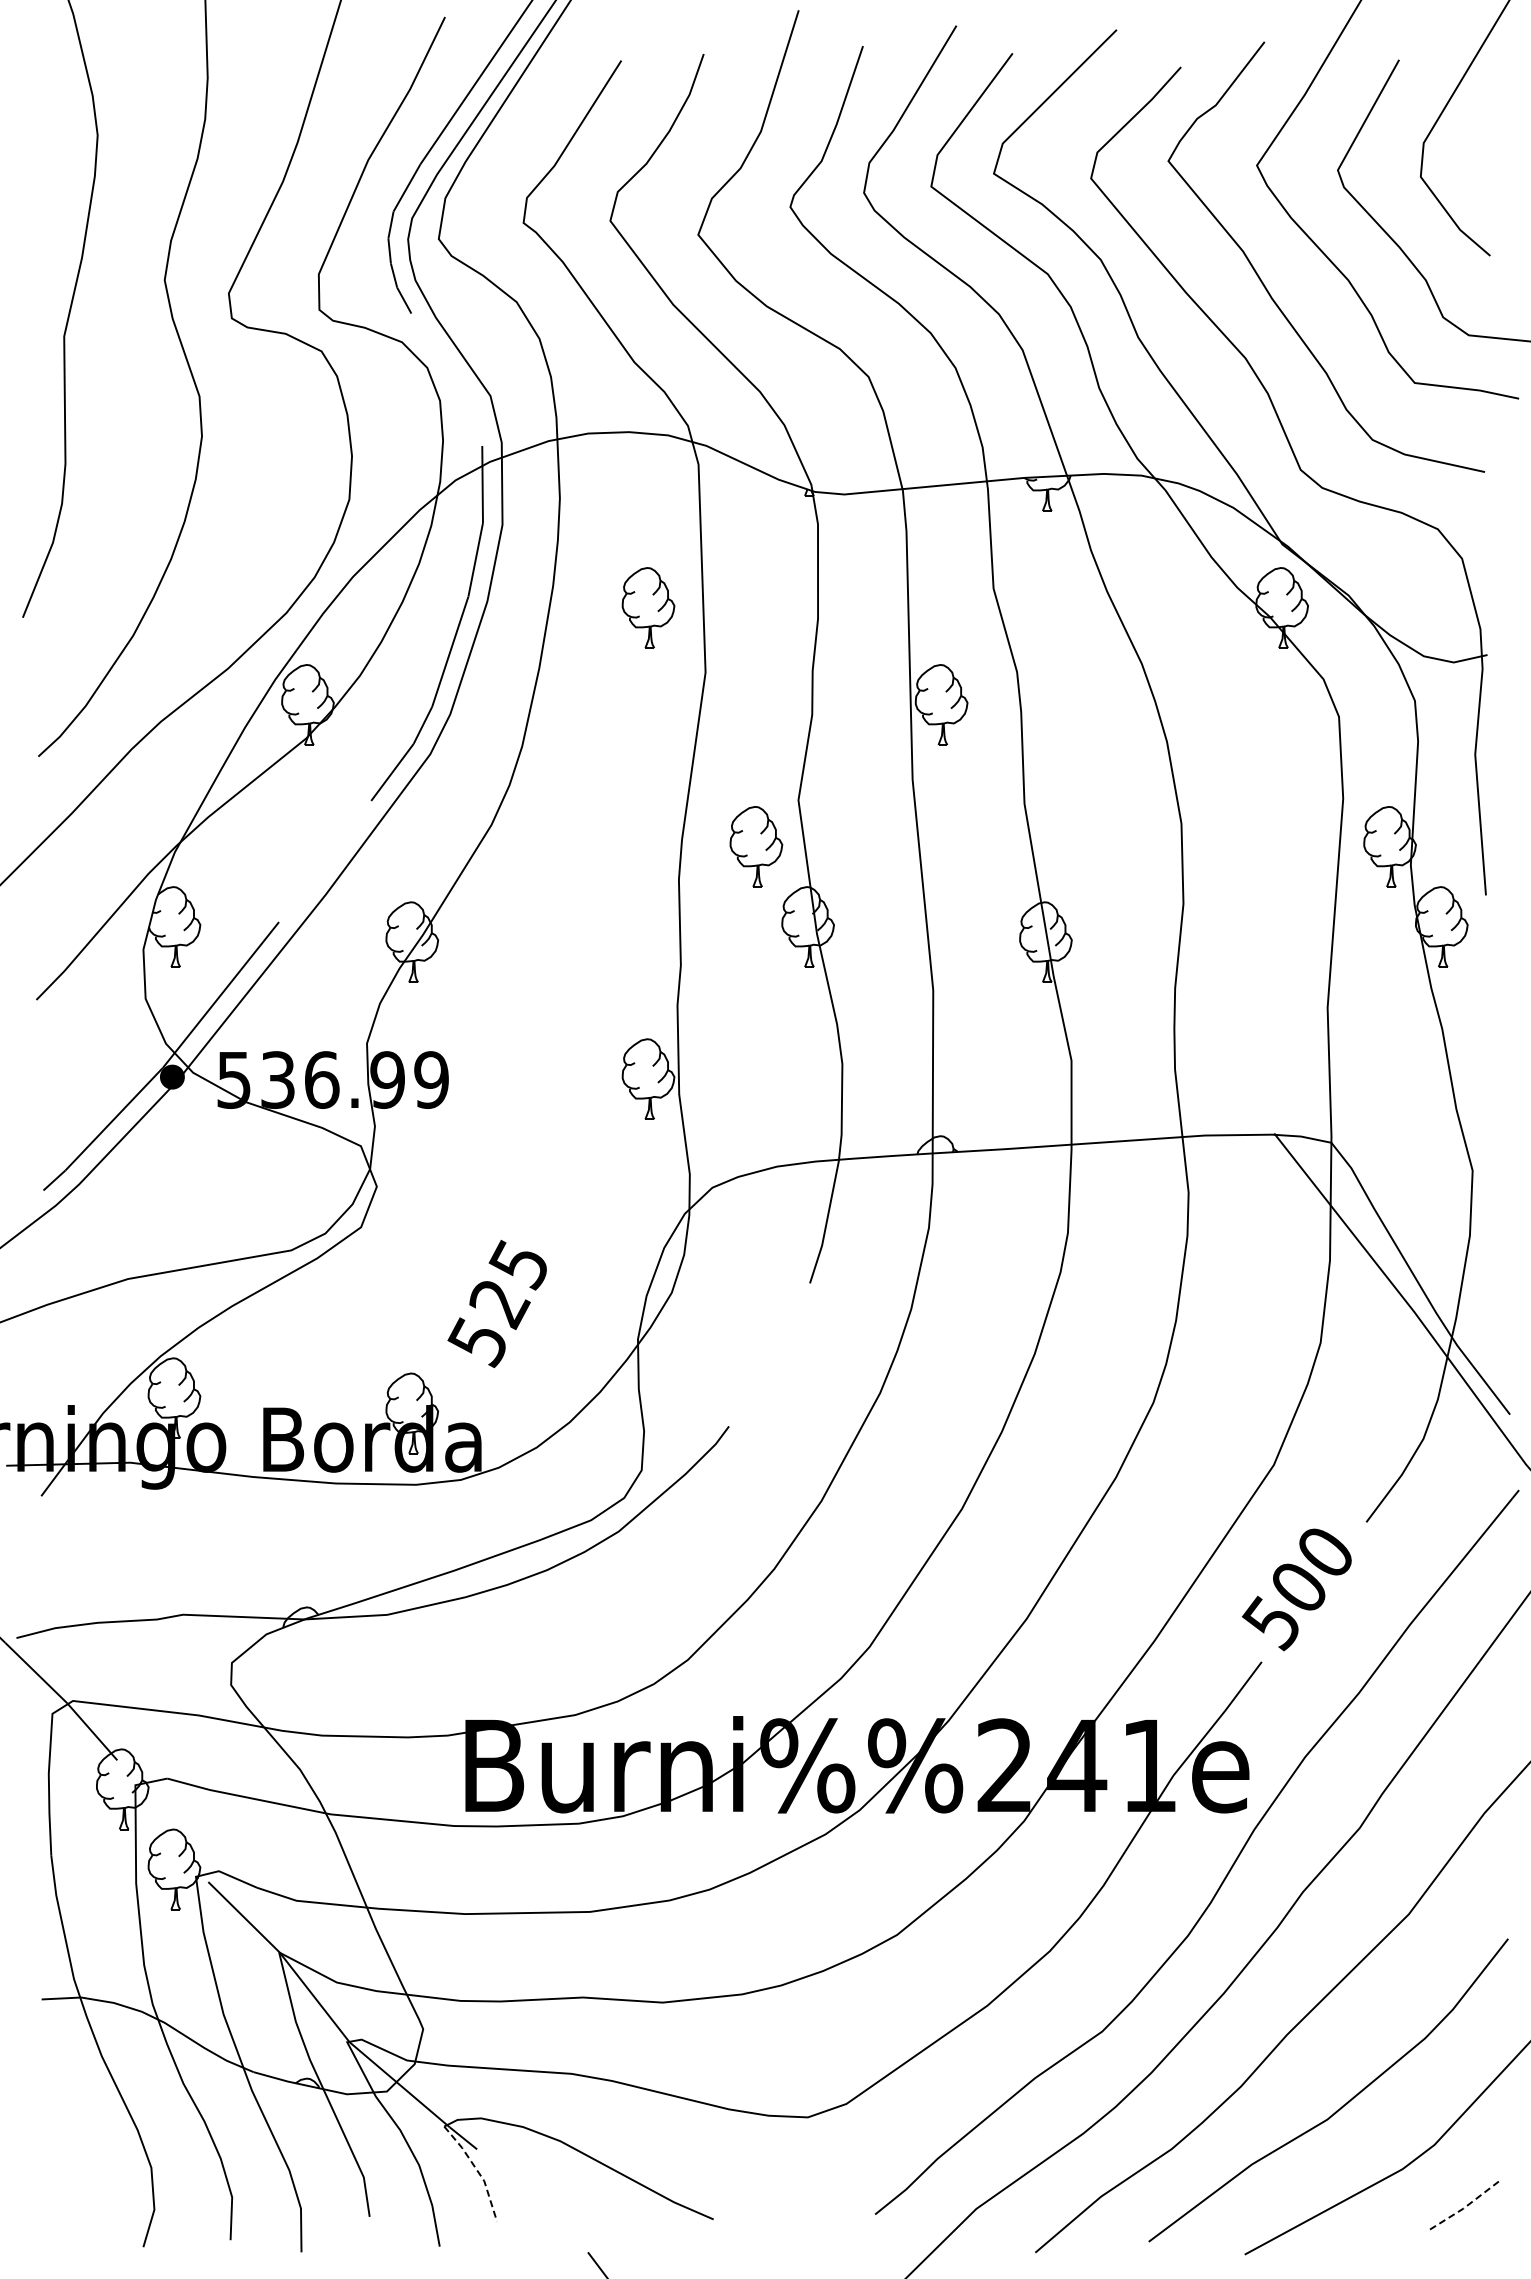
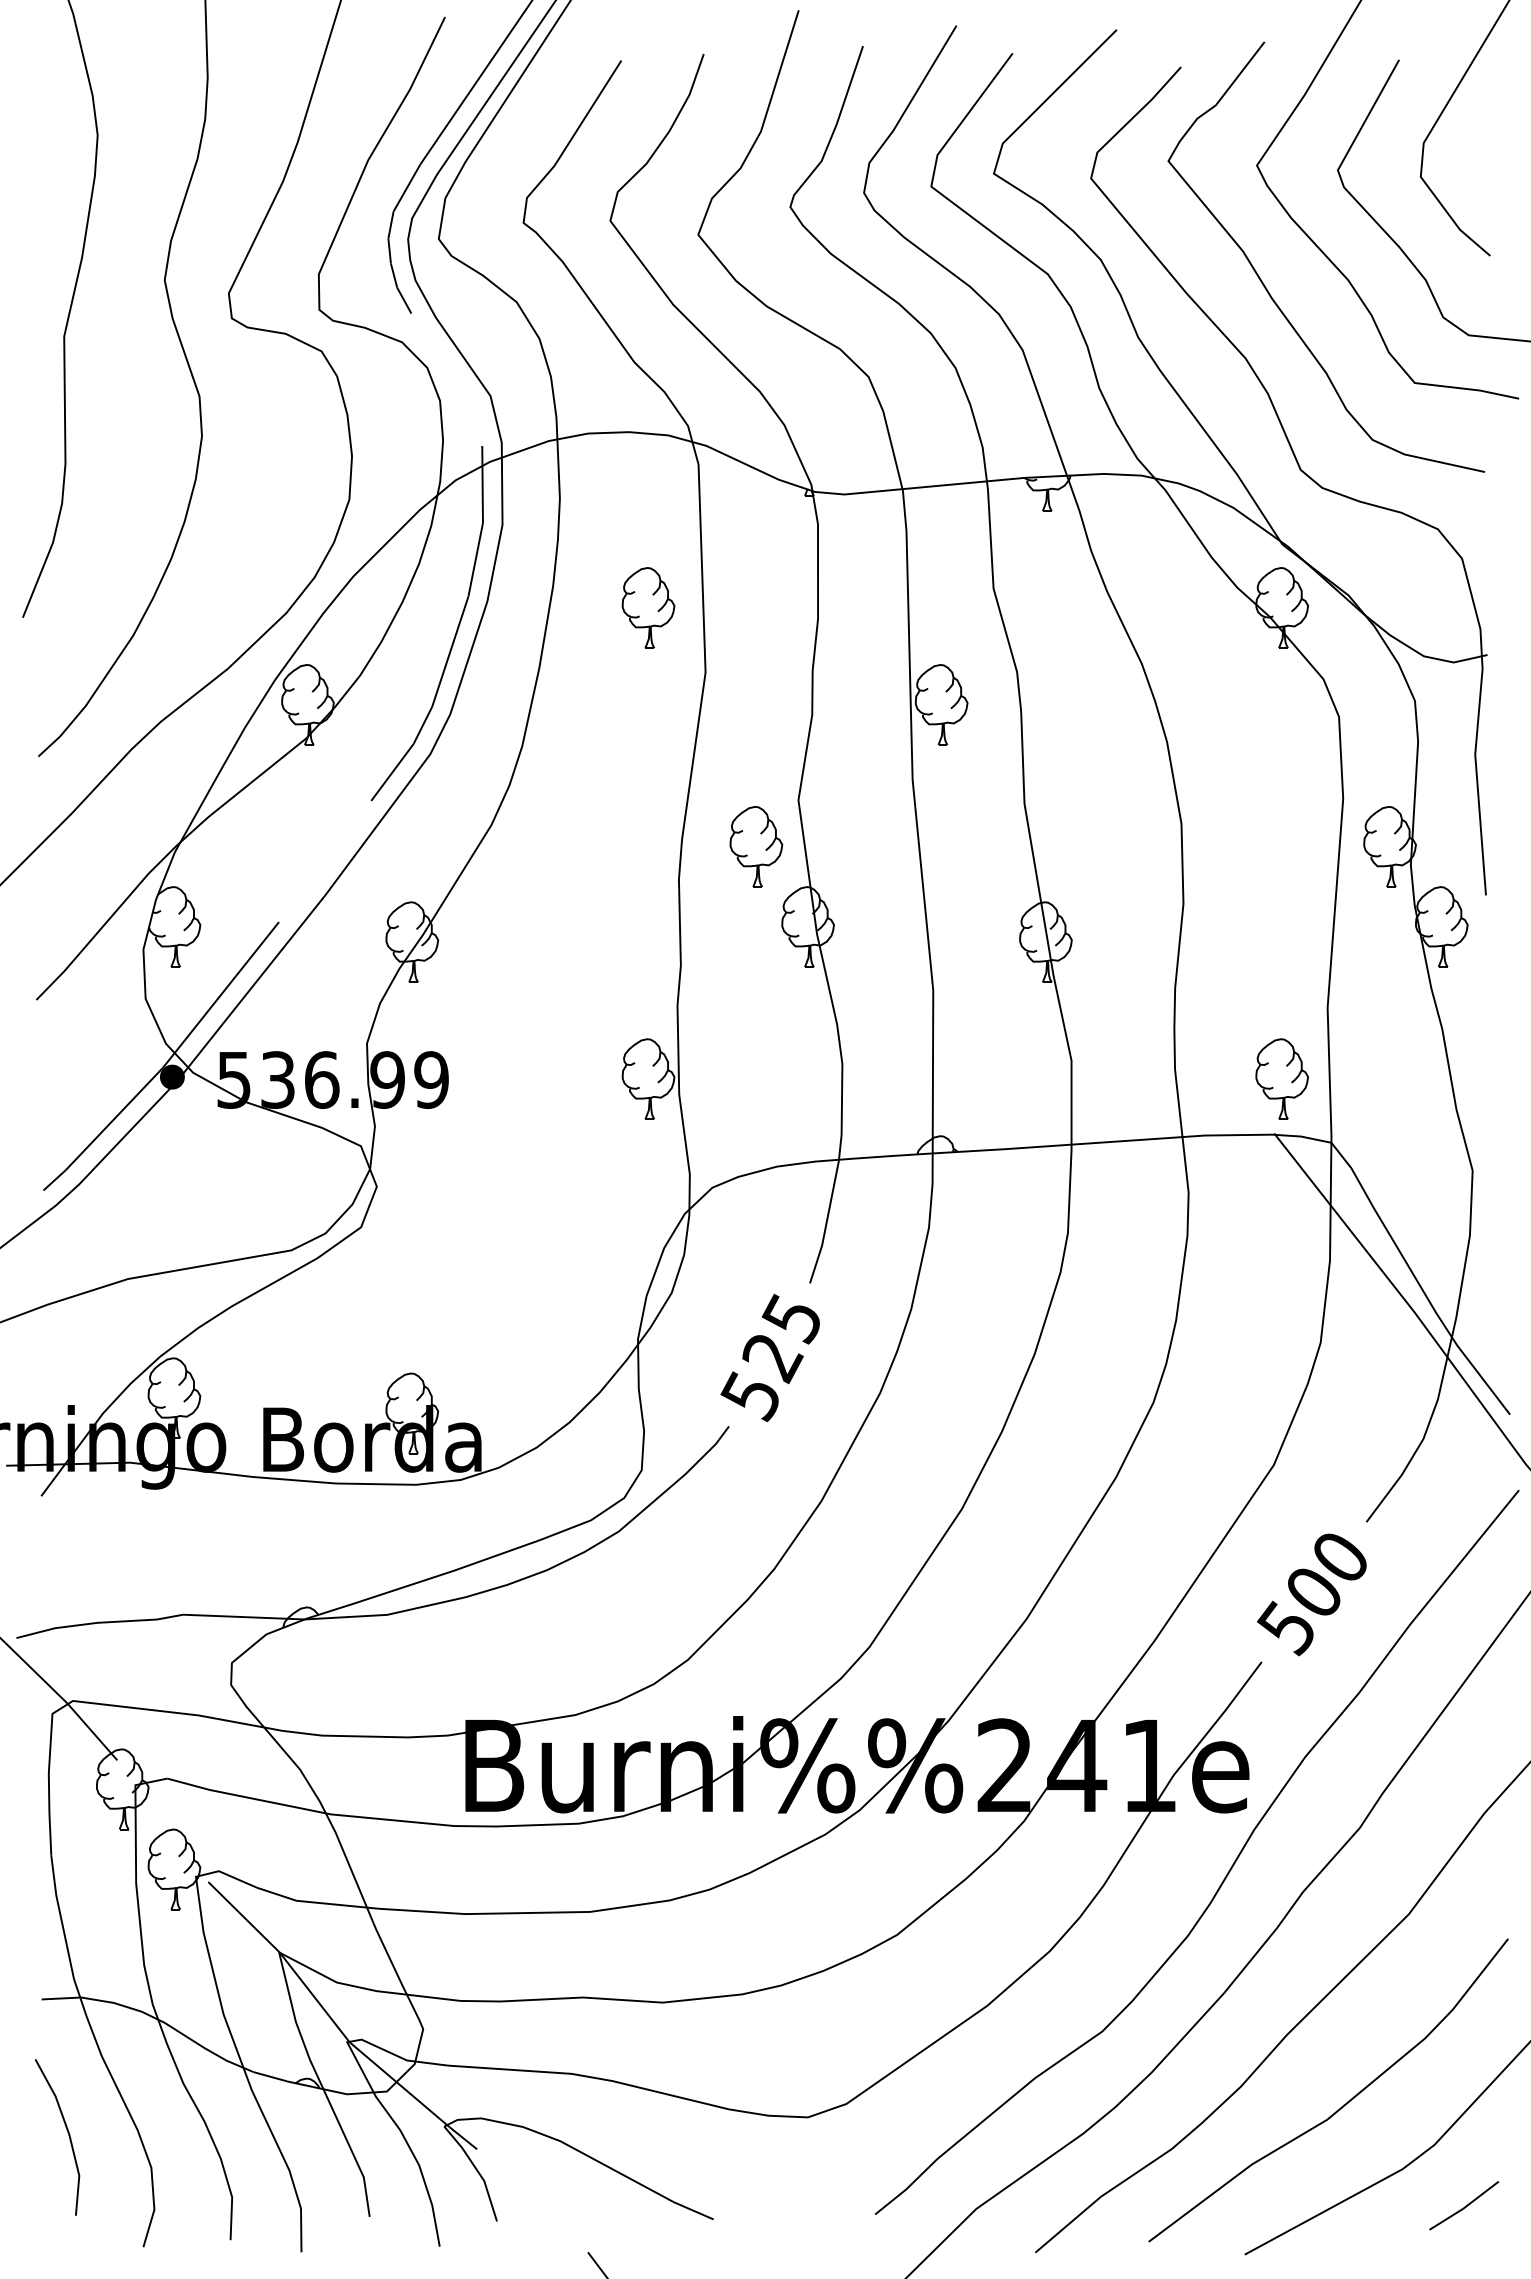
part at (1281, 1078): none -> present
text at (496, 1304) position: (496, 1304) -> (769, 1358)
text at (1296, 1589) position: (1296, 1589) -> (1311, 1594)
line at (68, 2136): none -> present
line at (477, 2171): dashed -> solid
line at (1464, 2207): dashed -> solid
